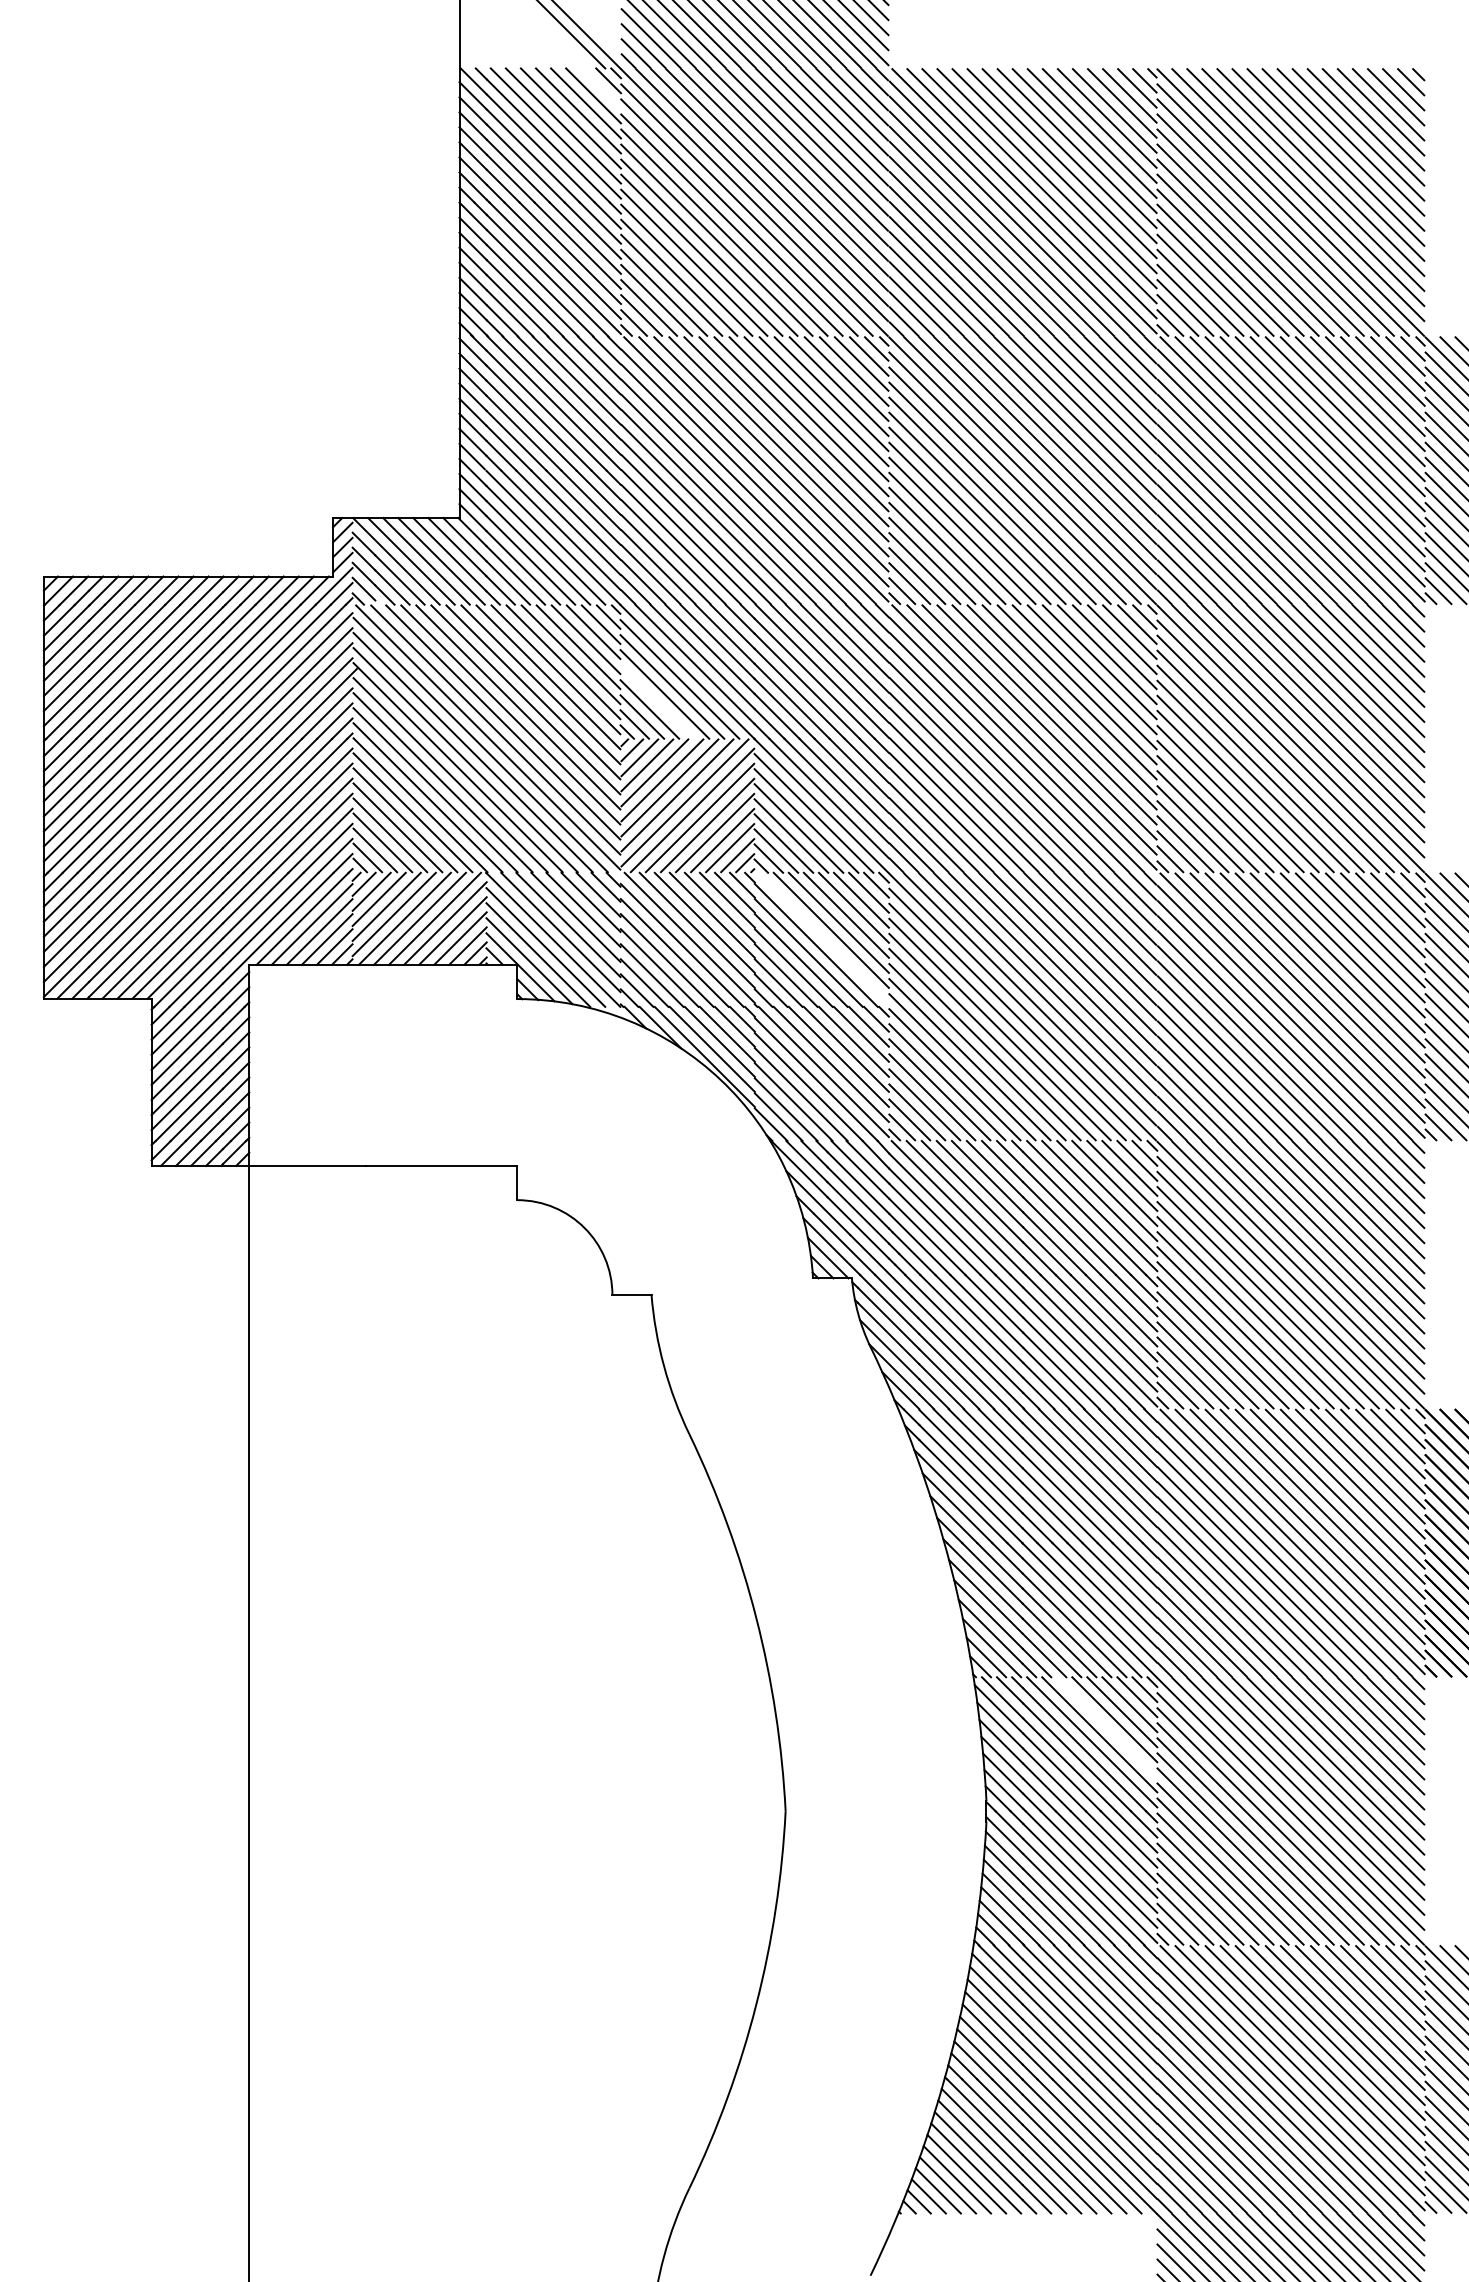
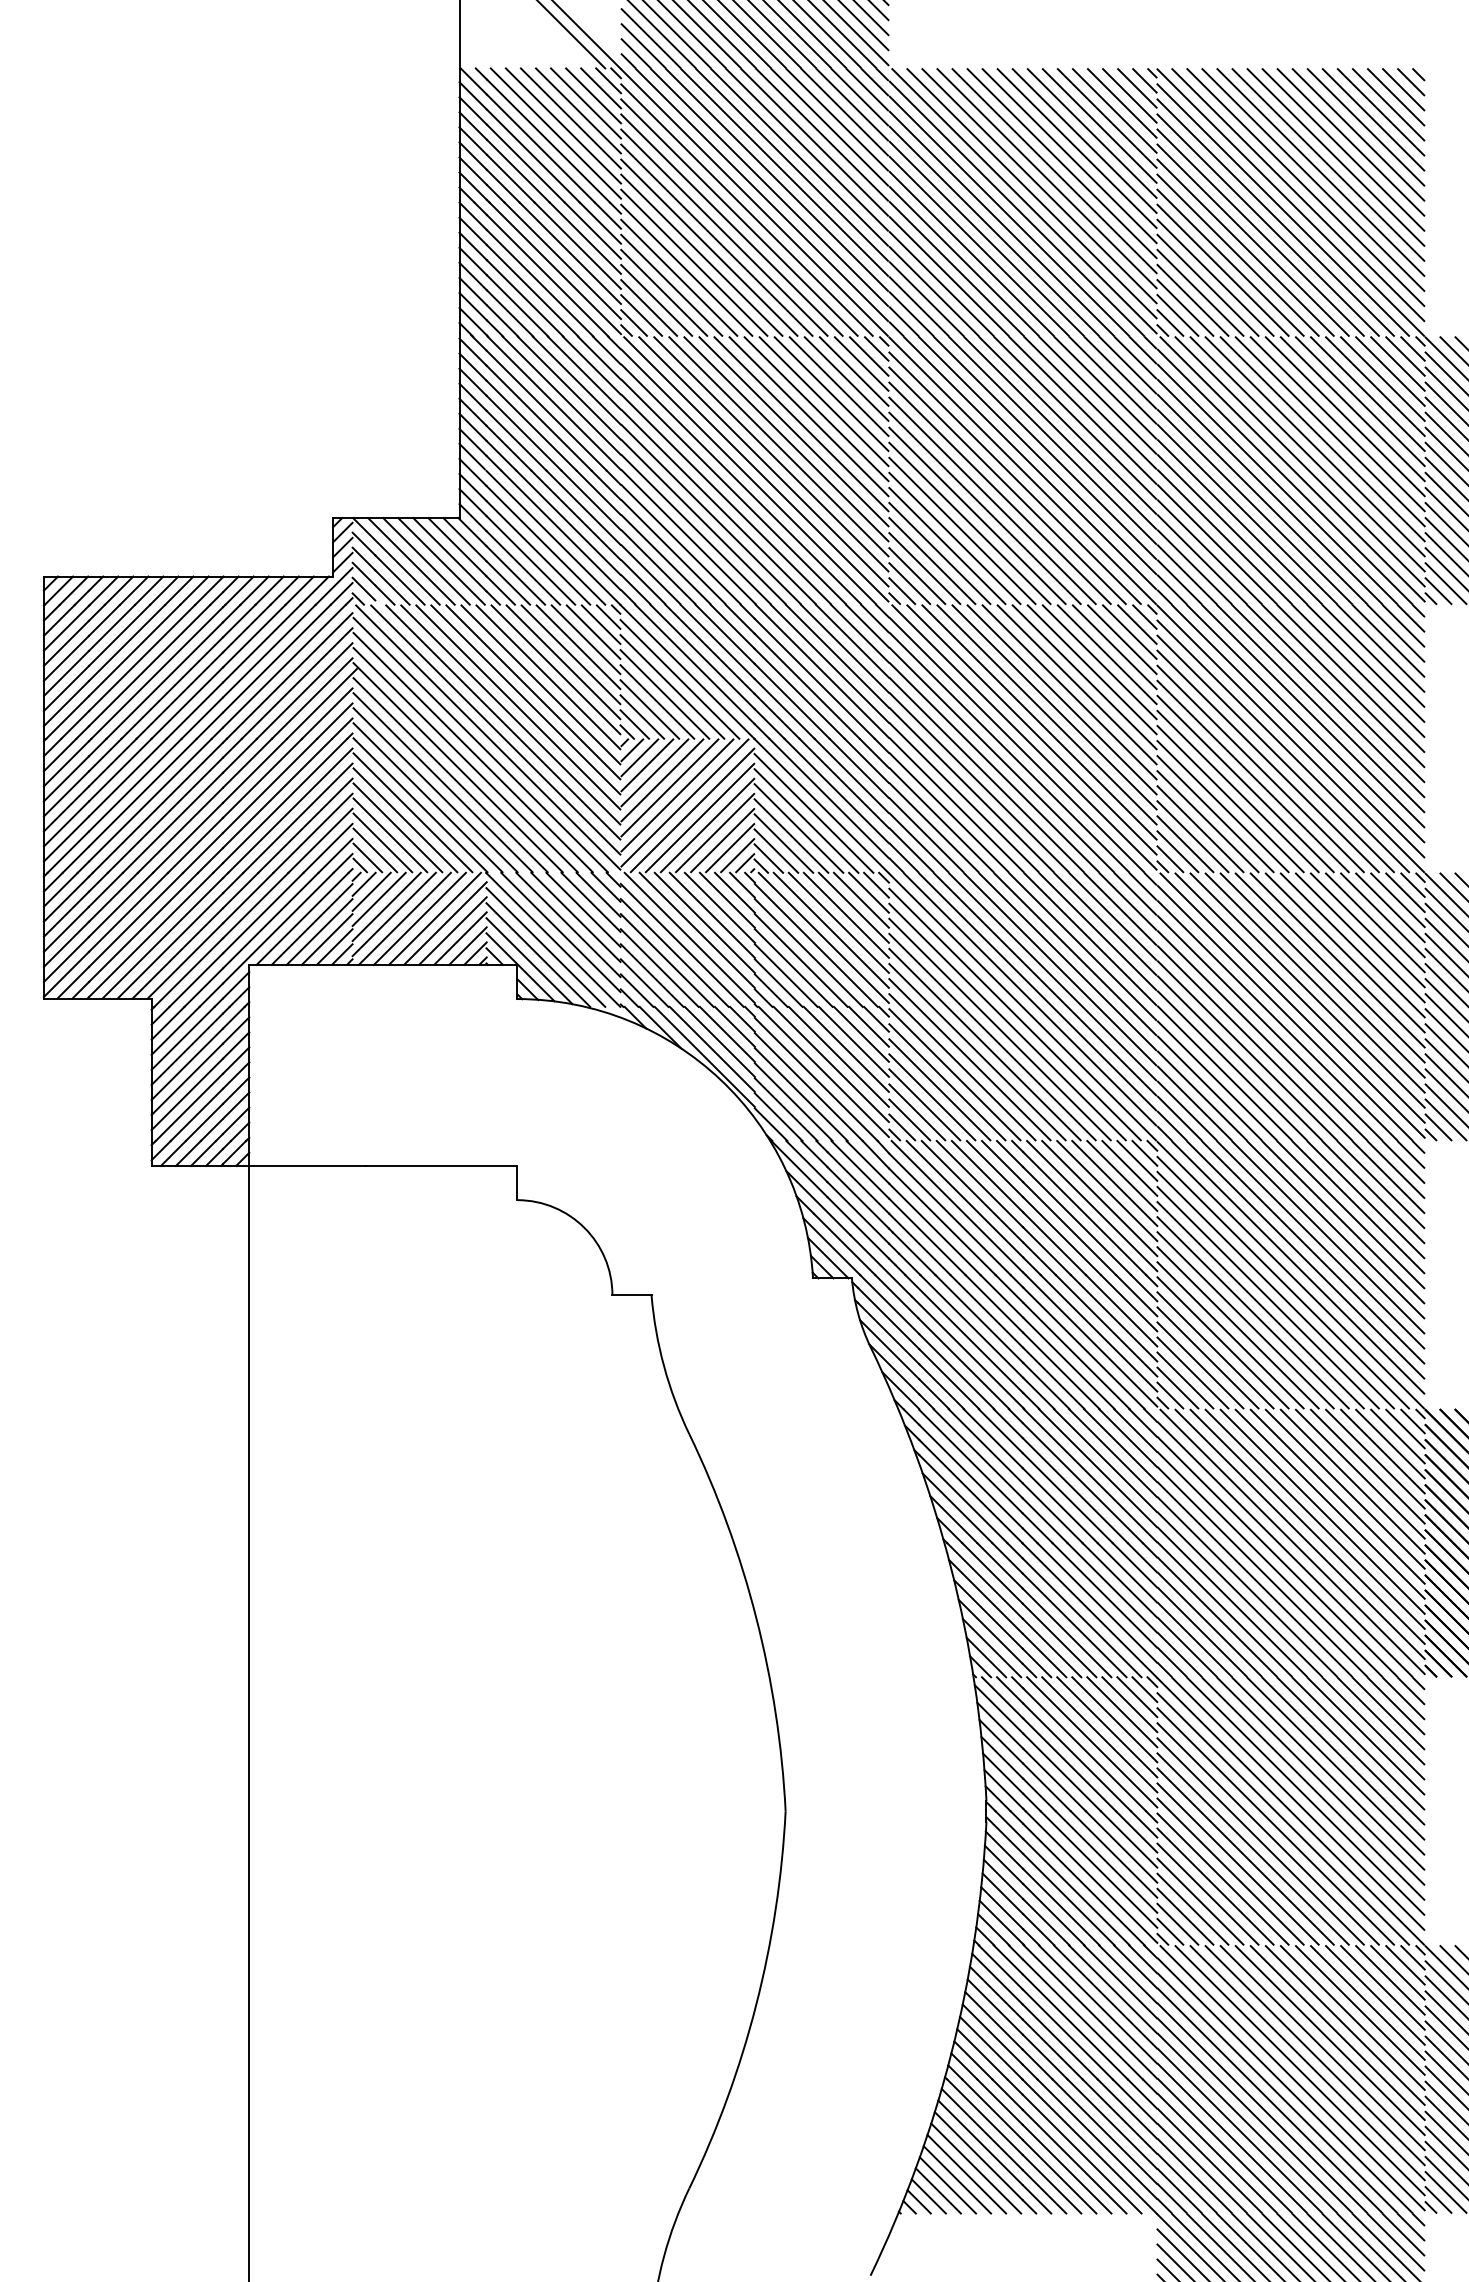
line at (601, 88): none -> present
line at (657, 701): none -> present
line at (823, 937): none -> present
line at (1107, 1727): none -> present
